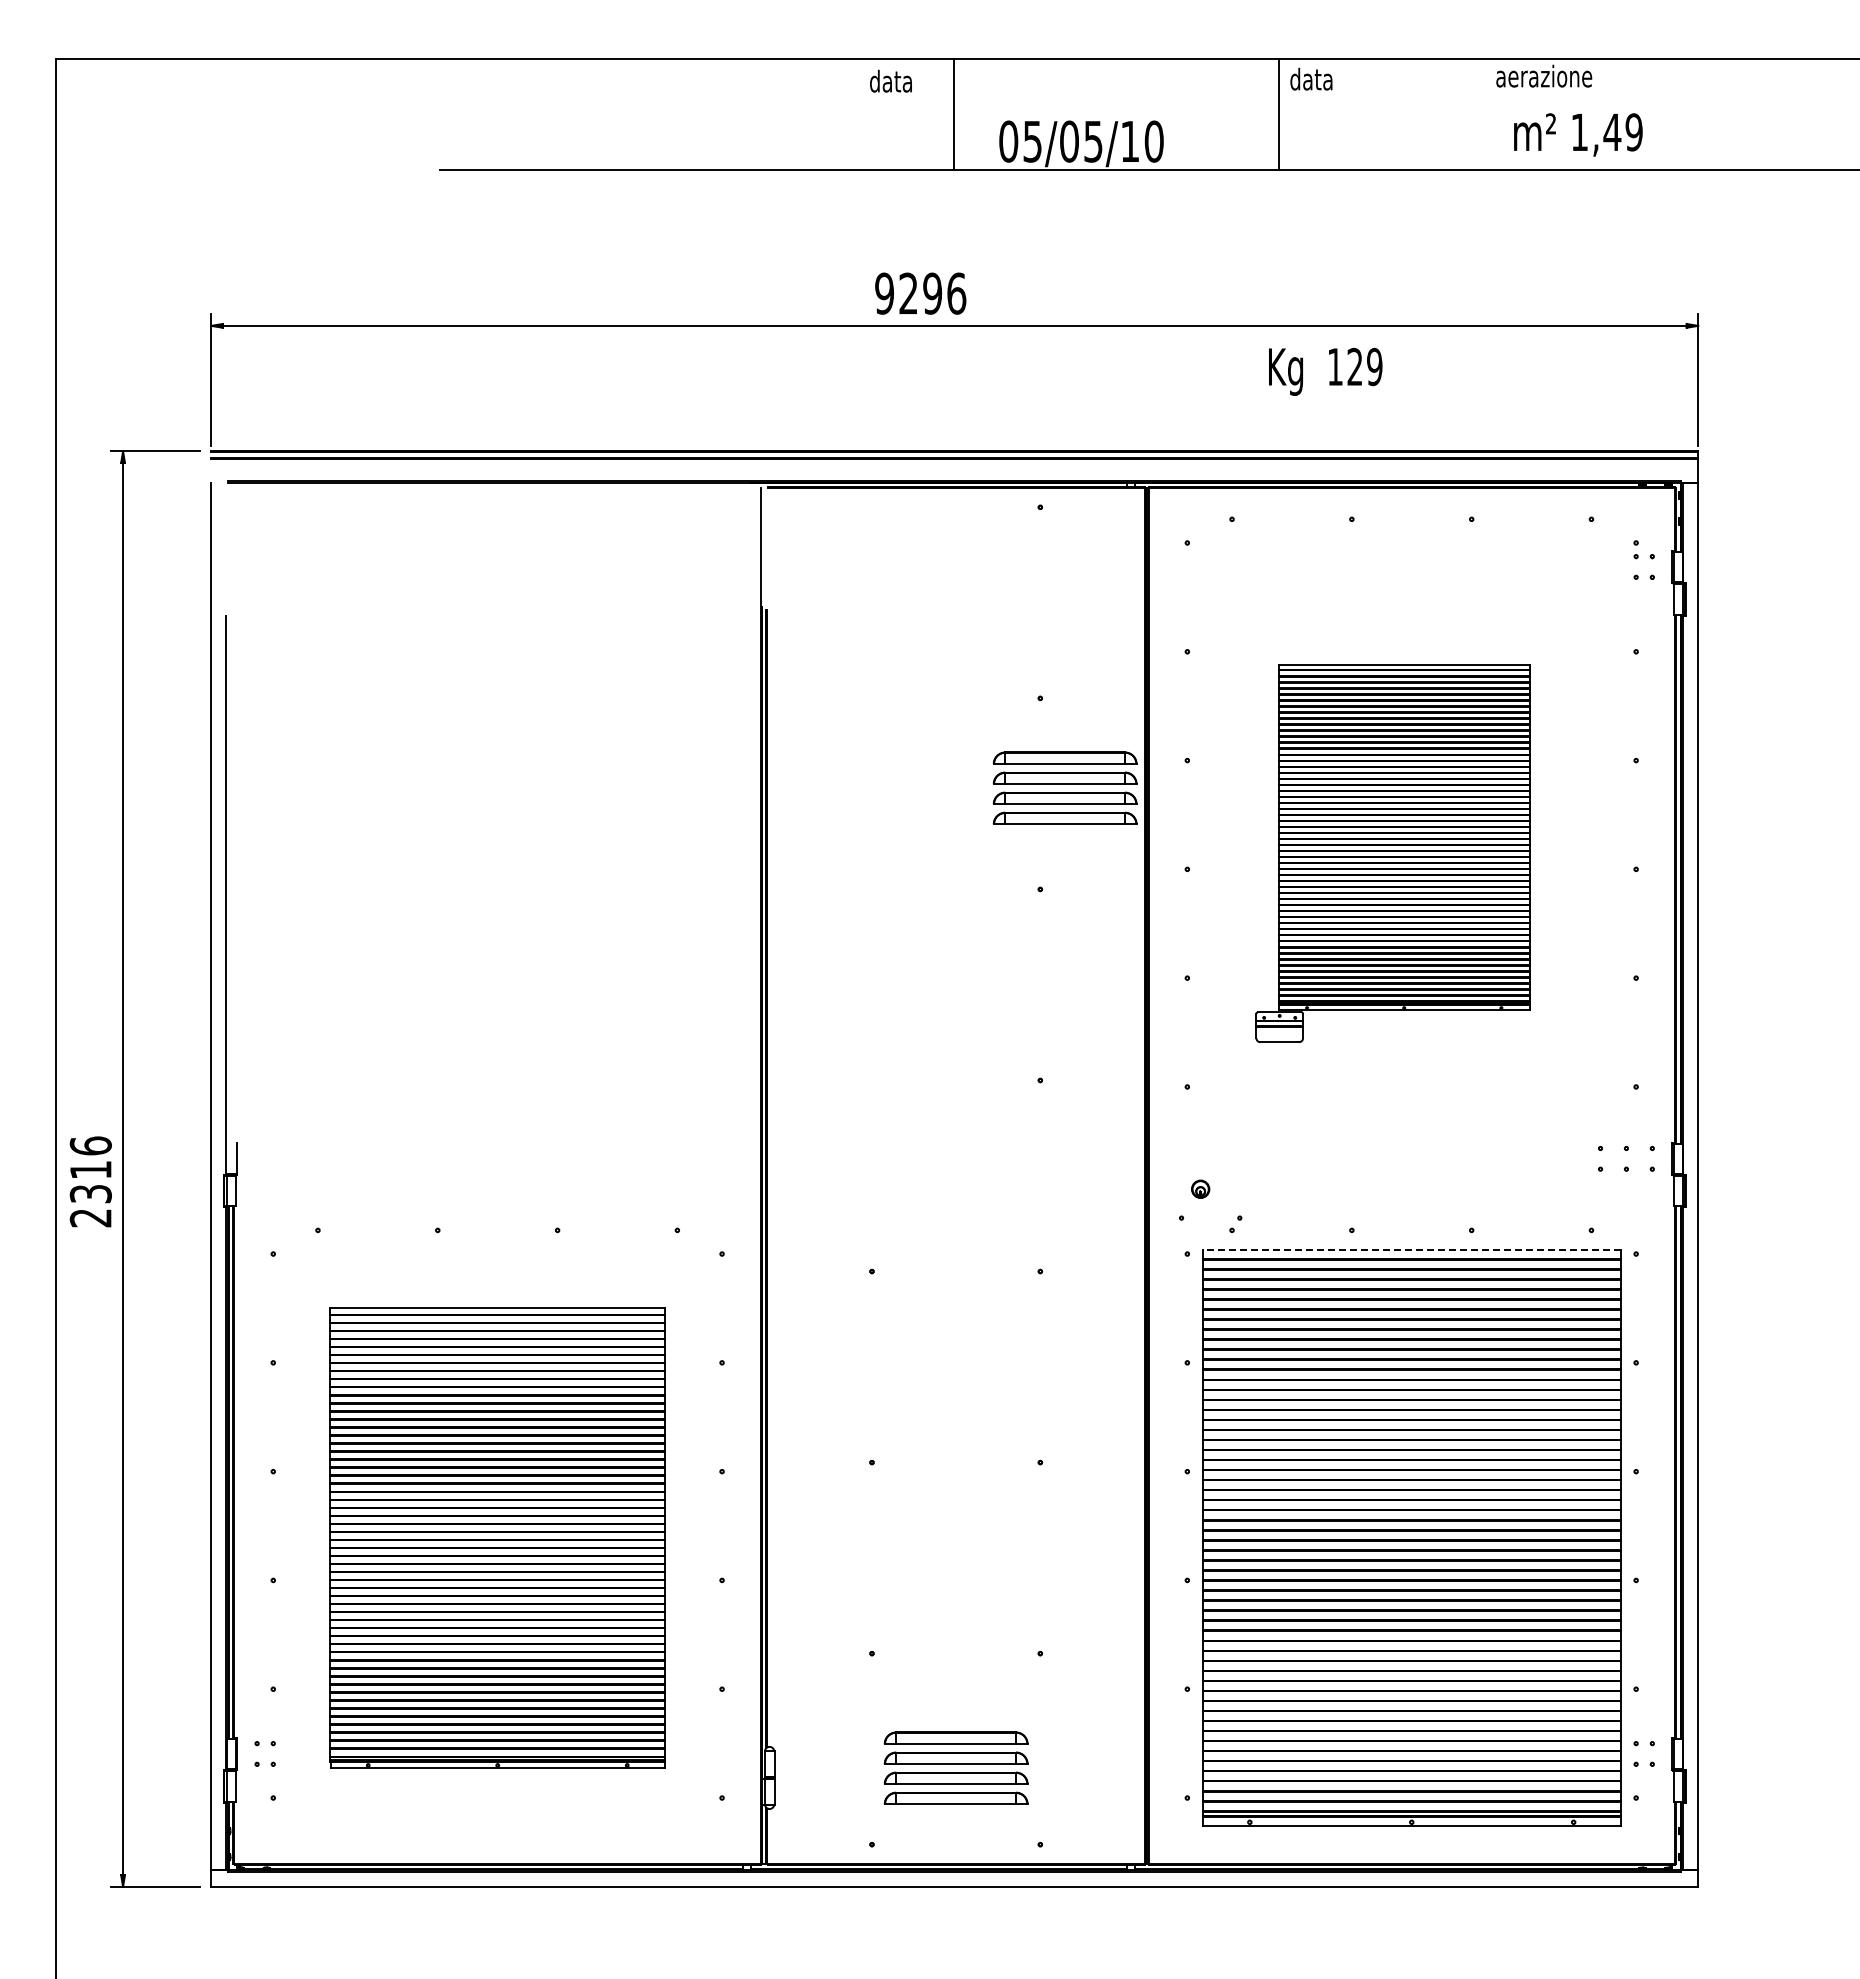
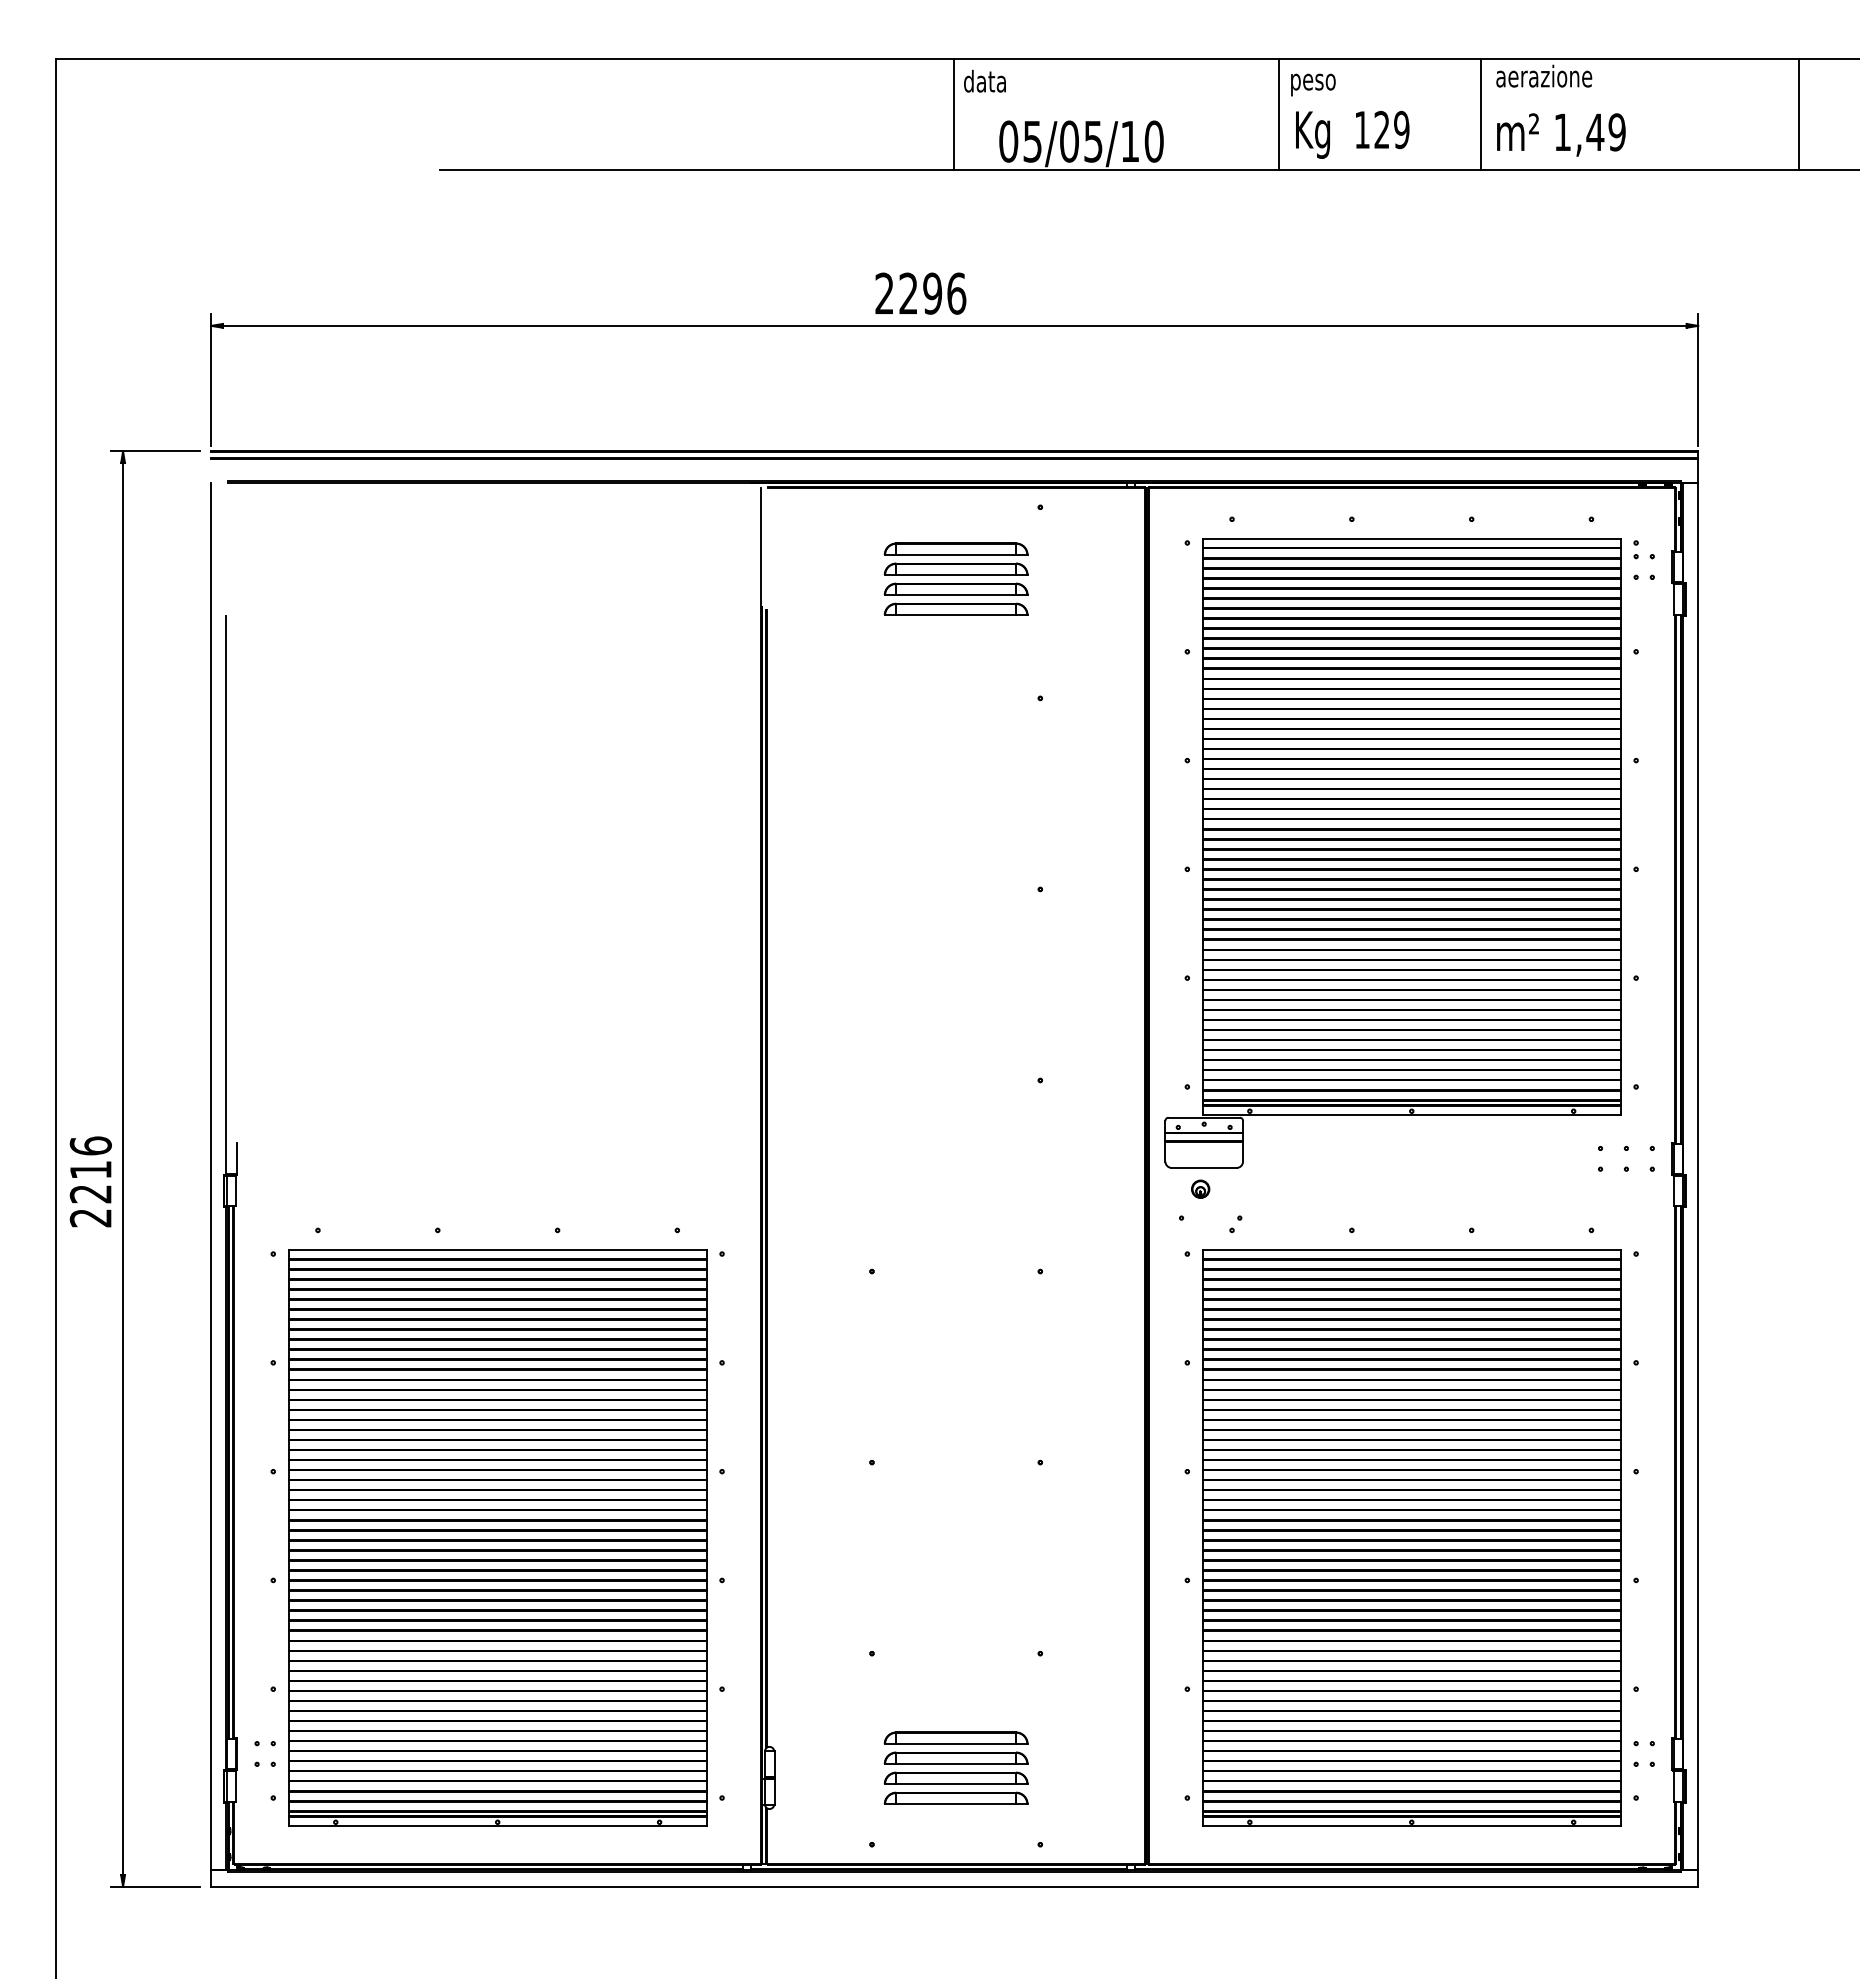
text at (890, 80) position: (890, 80) -> (984, 80)
text at (1312, 81): data -> peso
line at (1481, 114): none -> present
line at (1799, 114): none -> present
text at (1578, 134) position: (1578, 134) -> (1561, 134)
text at (884, 293): 9296 -> 2296
text at (1325, 371) position: (1325, 371) -> (1352, 134)
part at (1064, 787) position: (1064, 787) -> (955, 578)
part at (1392, 853) size: 276x379 px -> 458x631 px
text at (90, 1194): 2316 -> 2216
line at (1411, 1250): dashed -> solid
part at (497, 1537) size: 337x462 px -> 420x578 px
